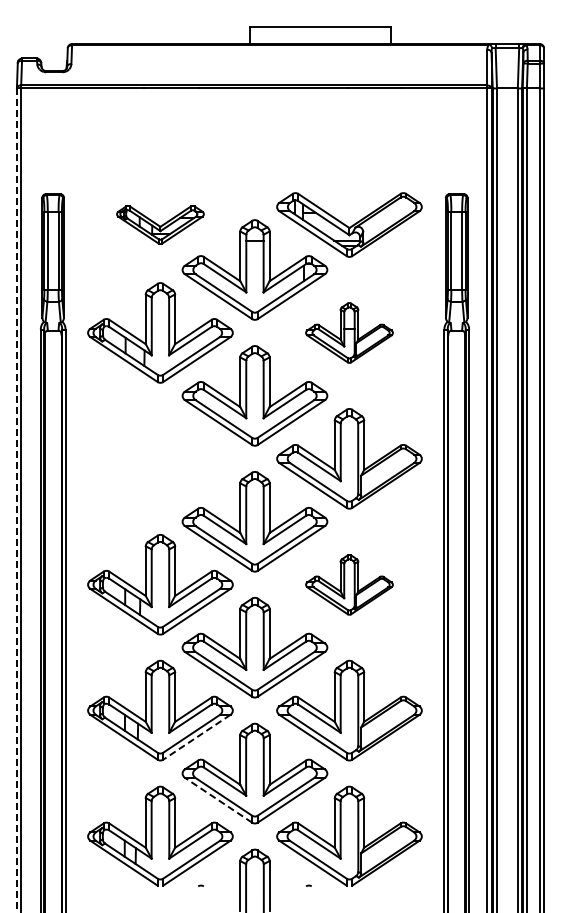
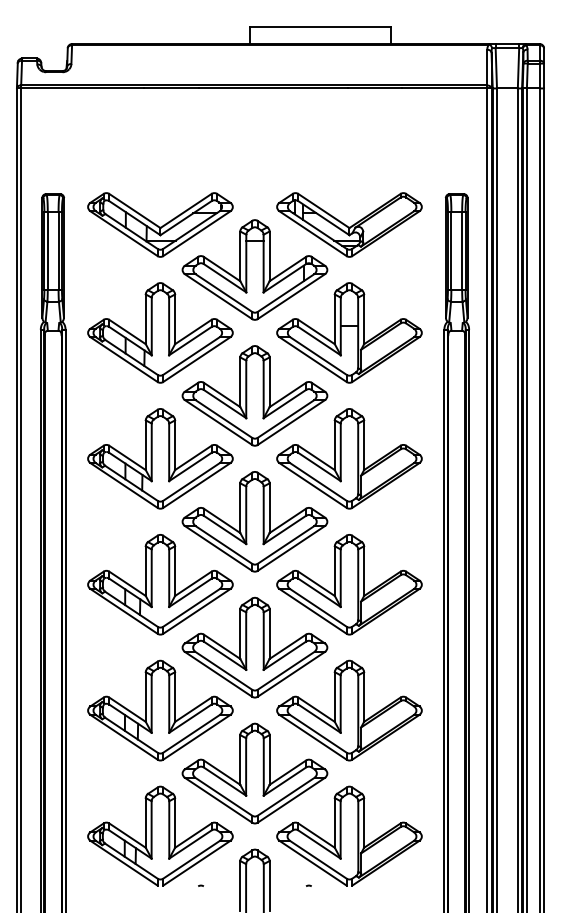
part at (160, 224) size: 89x40 px -> 147x66 px
part at (349, 332) size: 89x62 px -> 147x102 px
part at (160, 458): none -> present
line at (16, 501): dashed -> solid
part at (349, 584) size: 89x62 px -> 147x102 px
line at (196, 737): dashed -> solid
line at (218, 799): dashed -> solid
